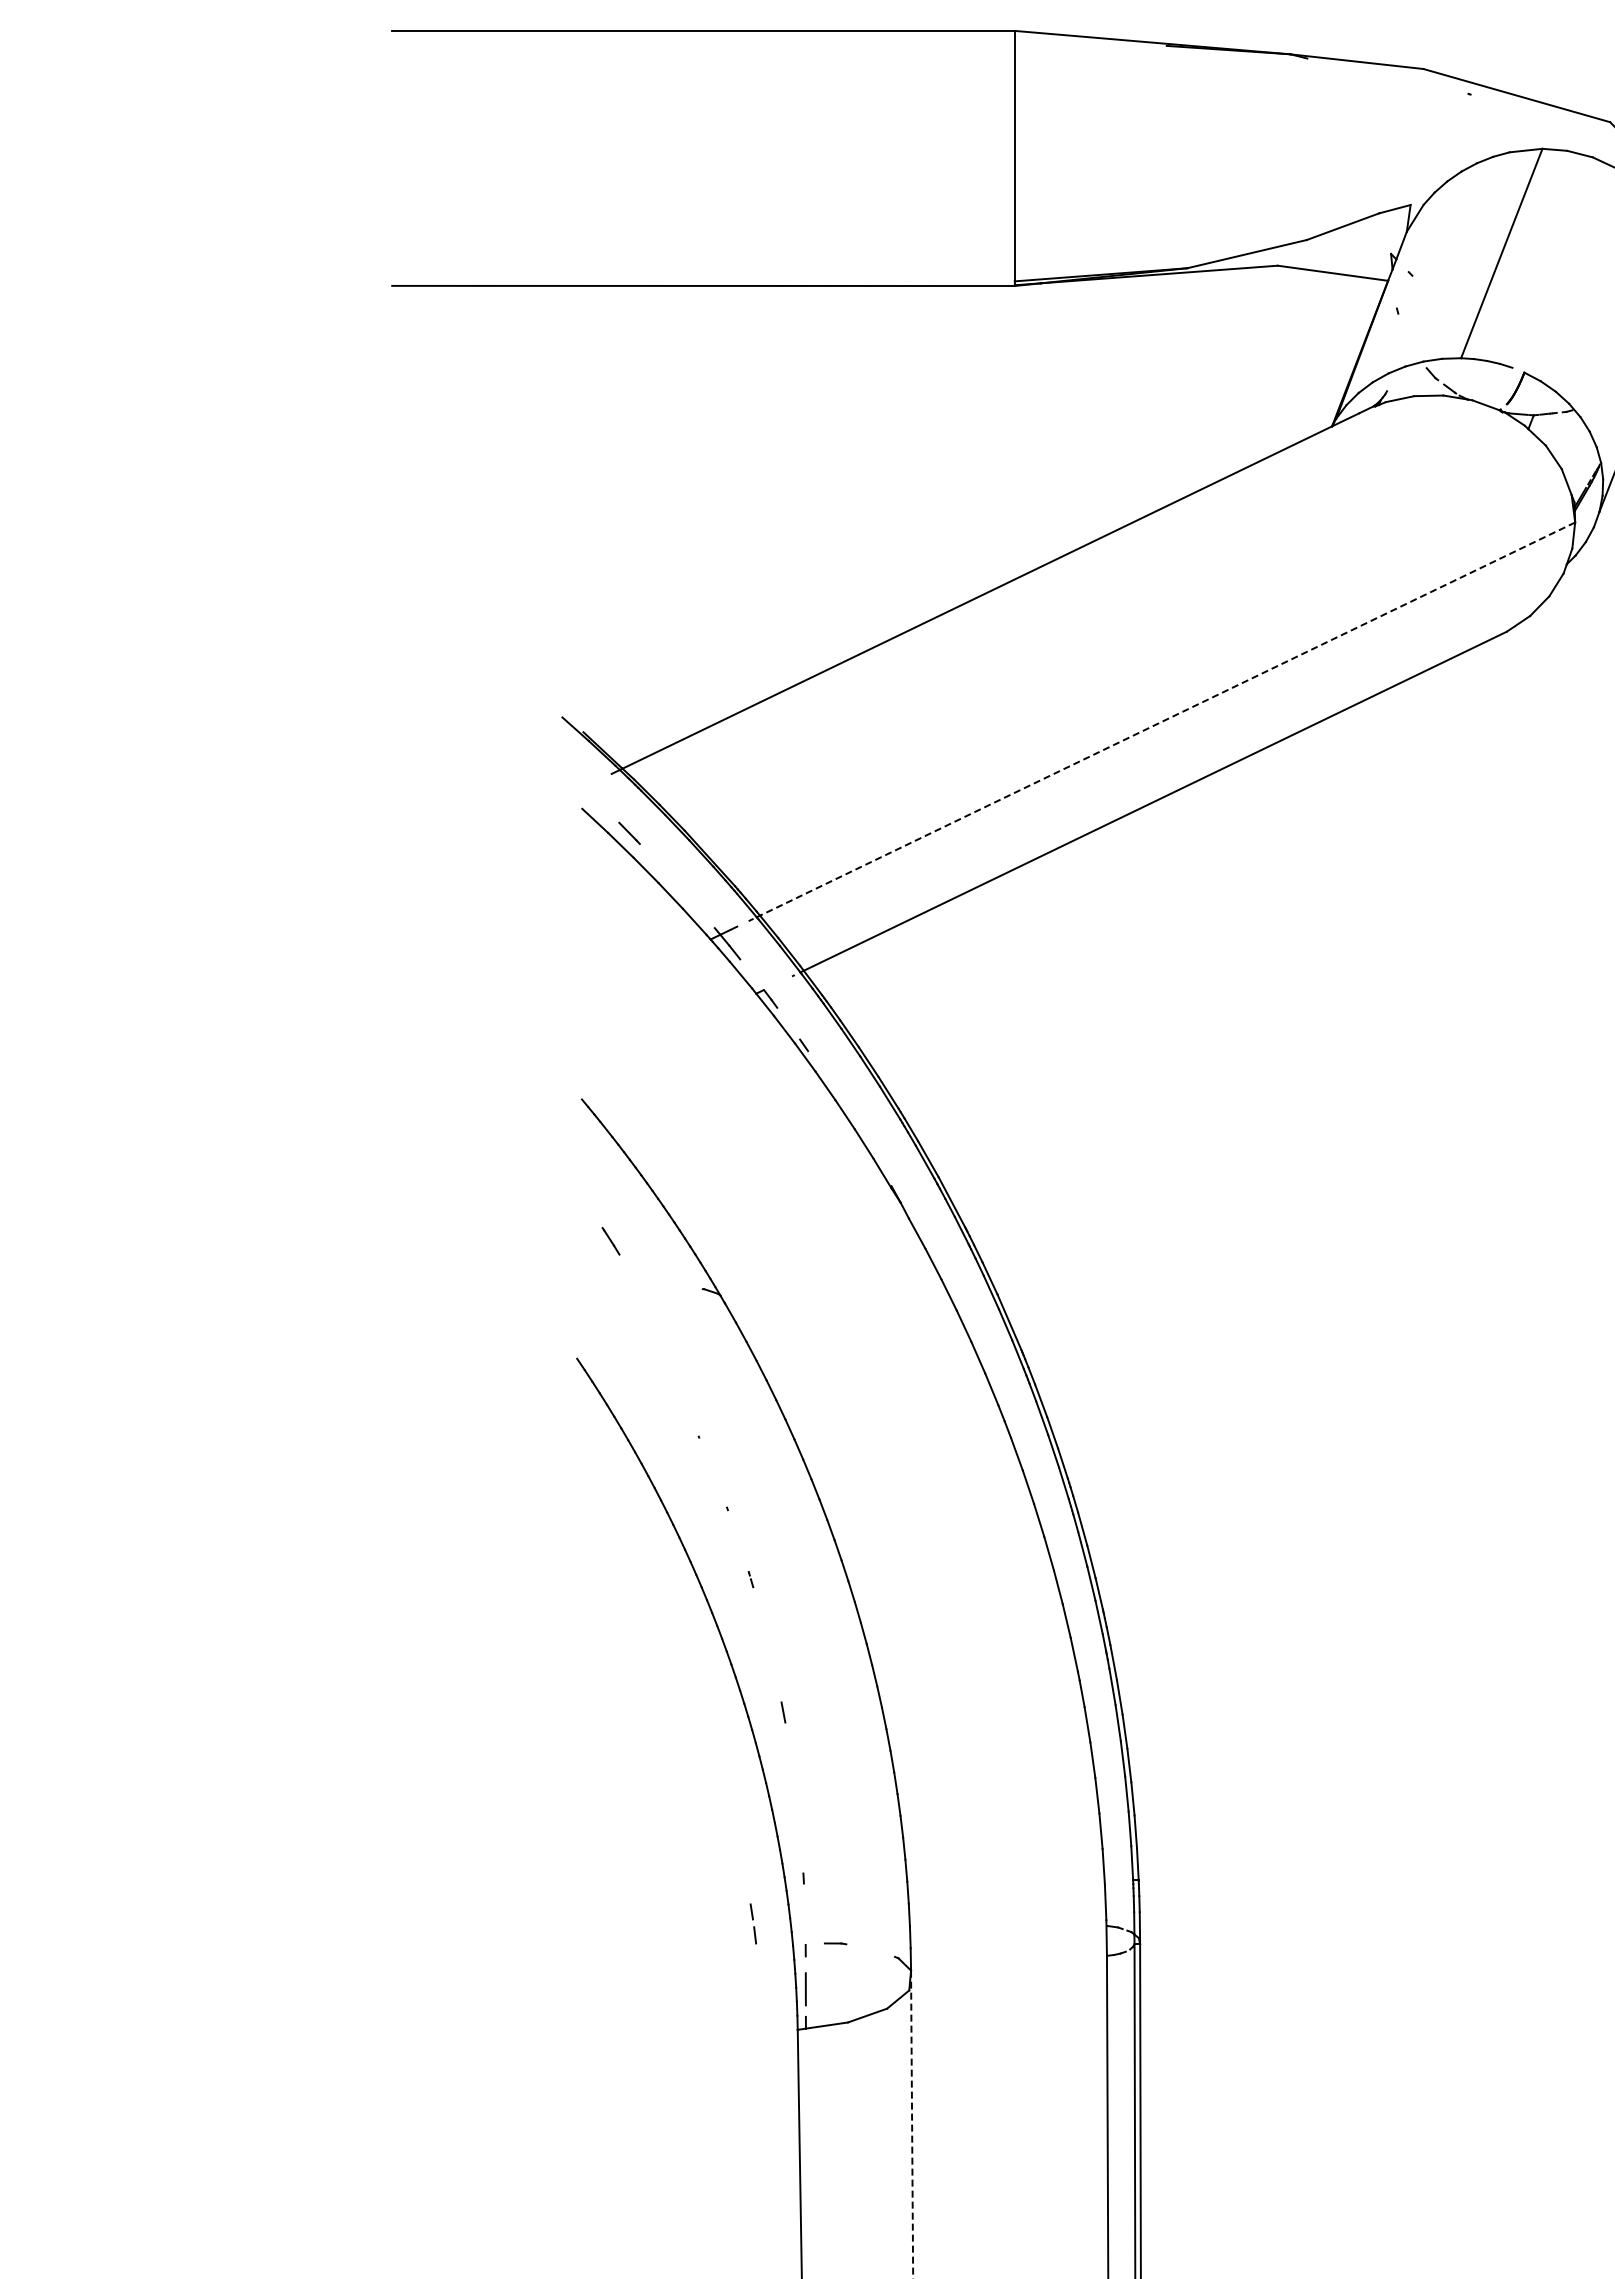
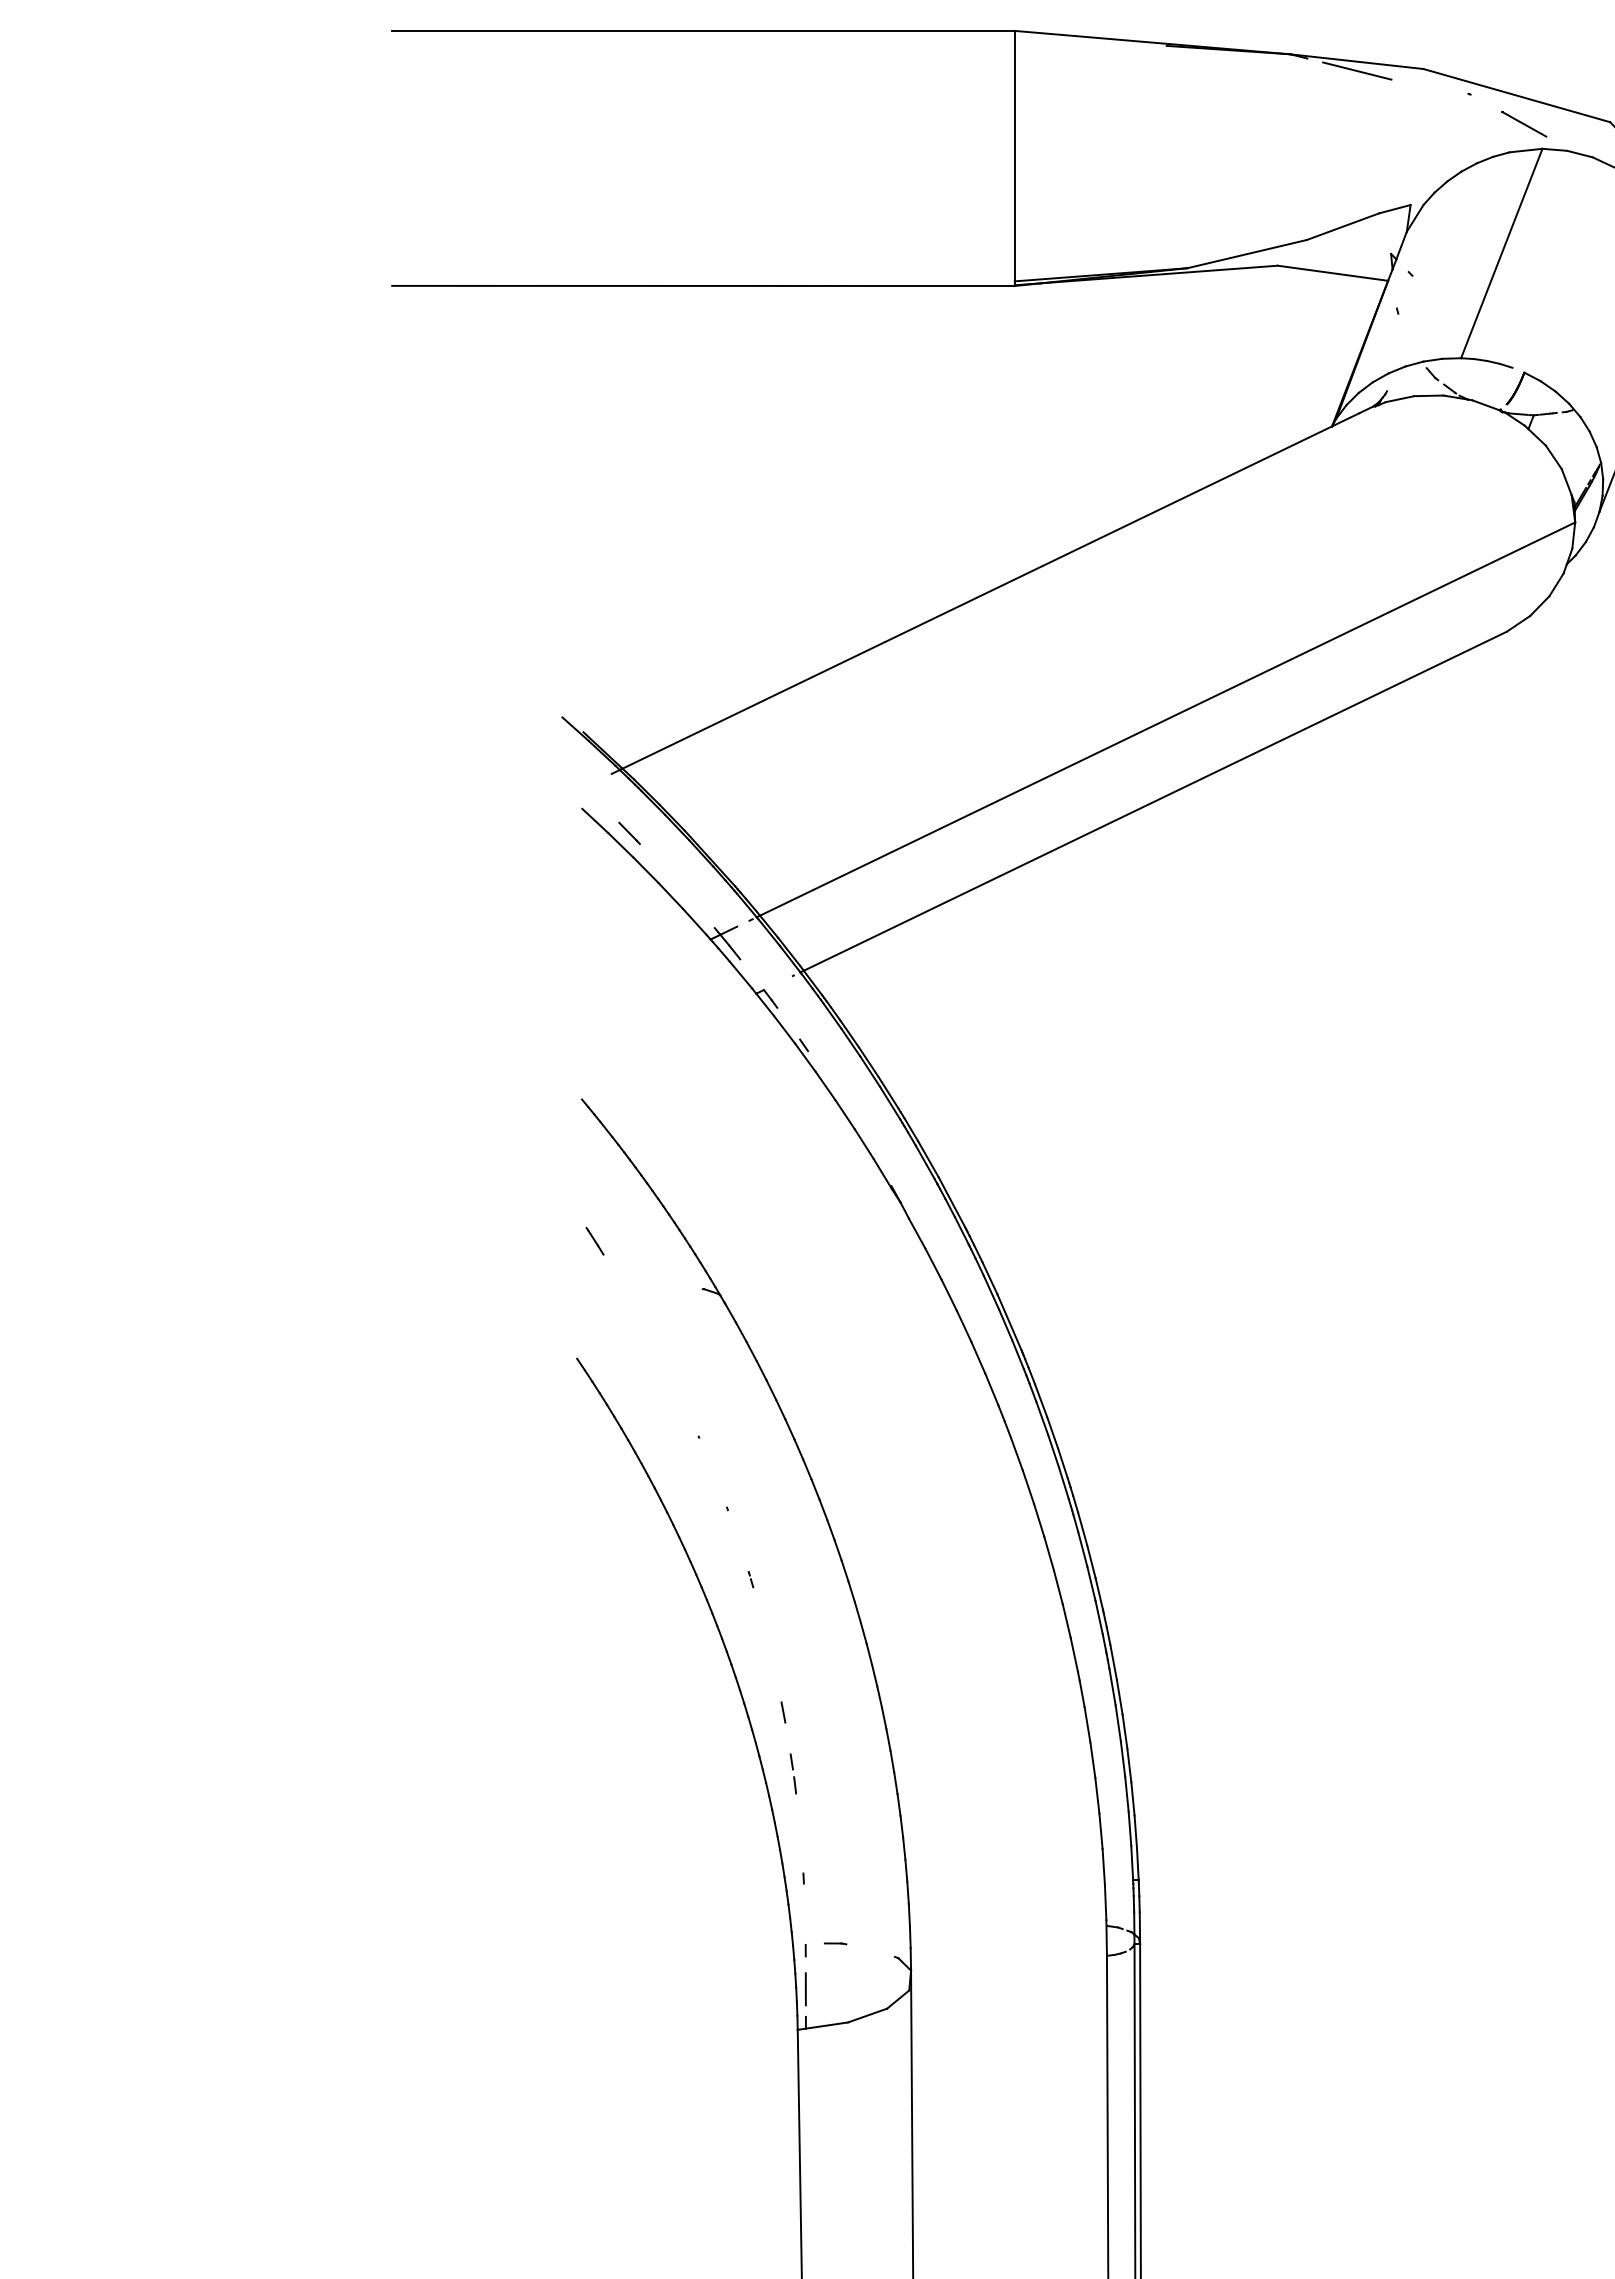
line at (1357, 70): none -> present
line at (1524, 124): none -> present
line at (1167, 719): dashed -> solid
line at (610, 1241) position: (610, 1241) -> (594, 1241)
line at (752, 1920) position: (752, 1920) -> (792, 1770)
line at (912, 2124): dashed -> solid
